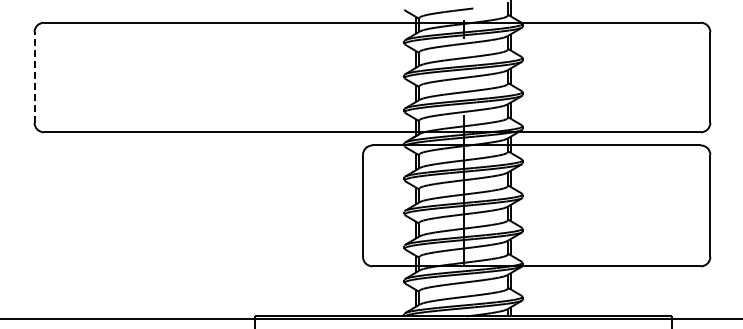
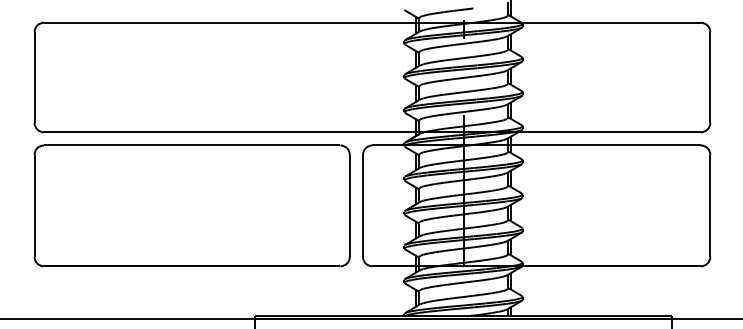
line at (34, 77): dashed -> solid
part at (191, 205): none -> present
